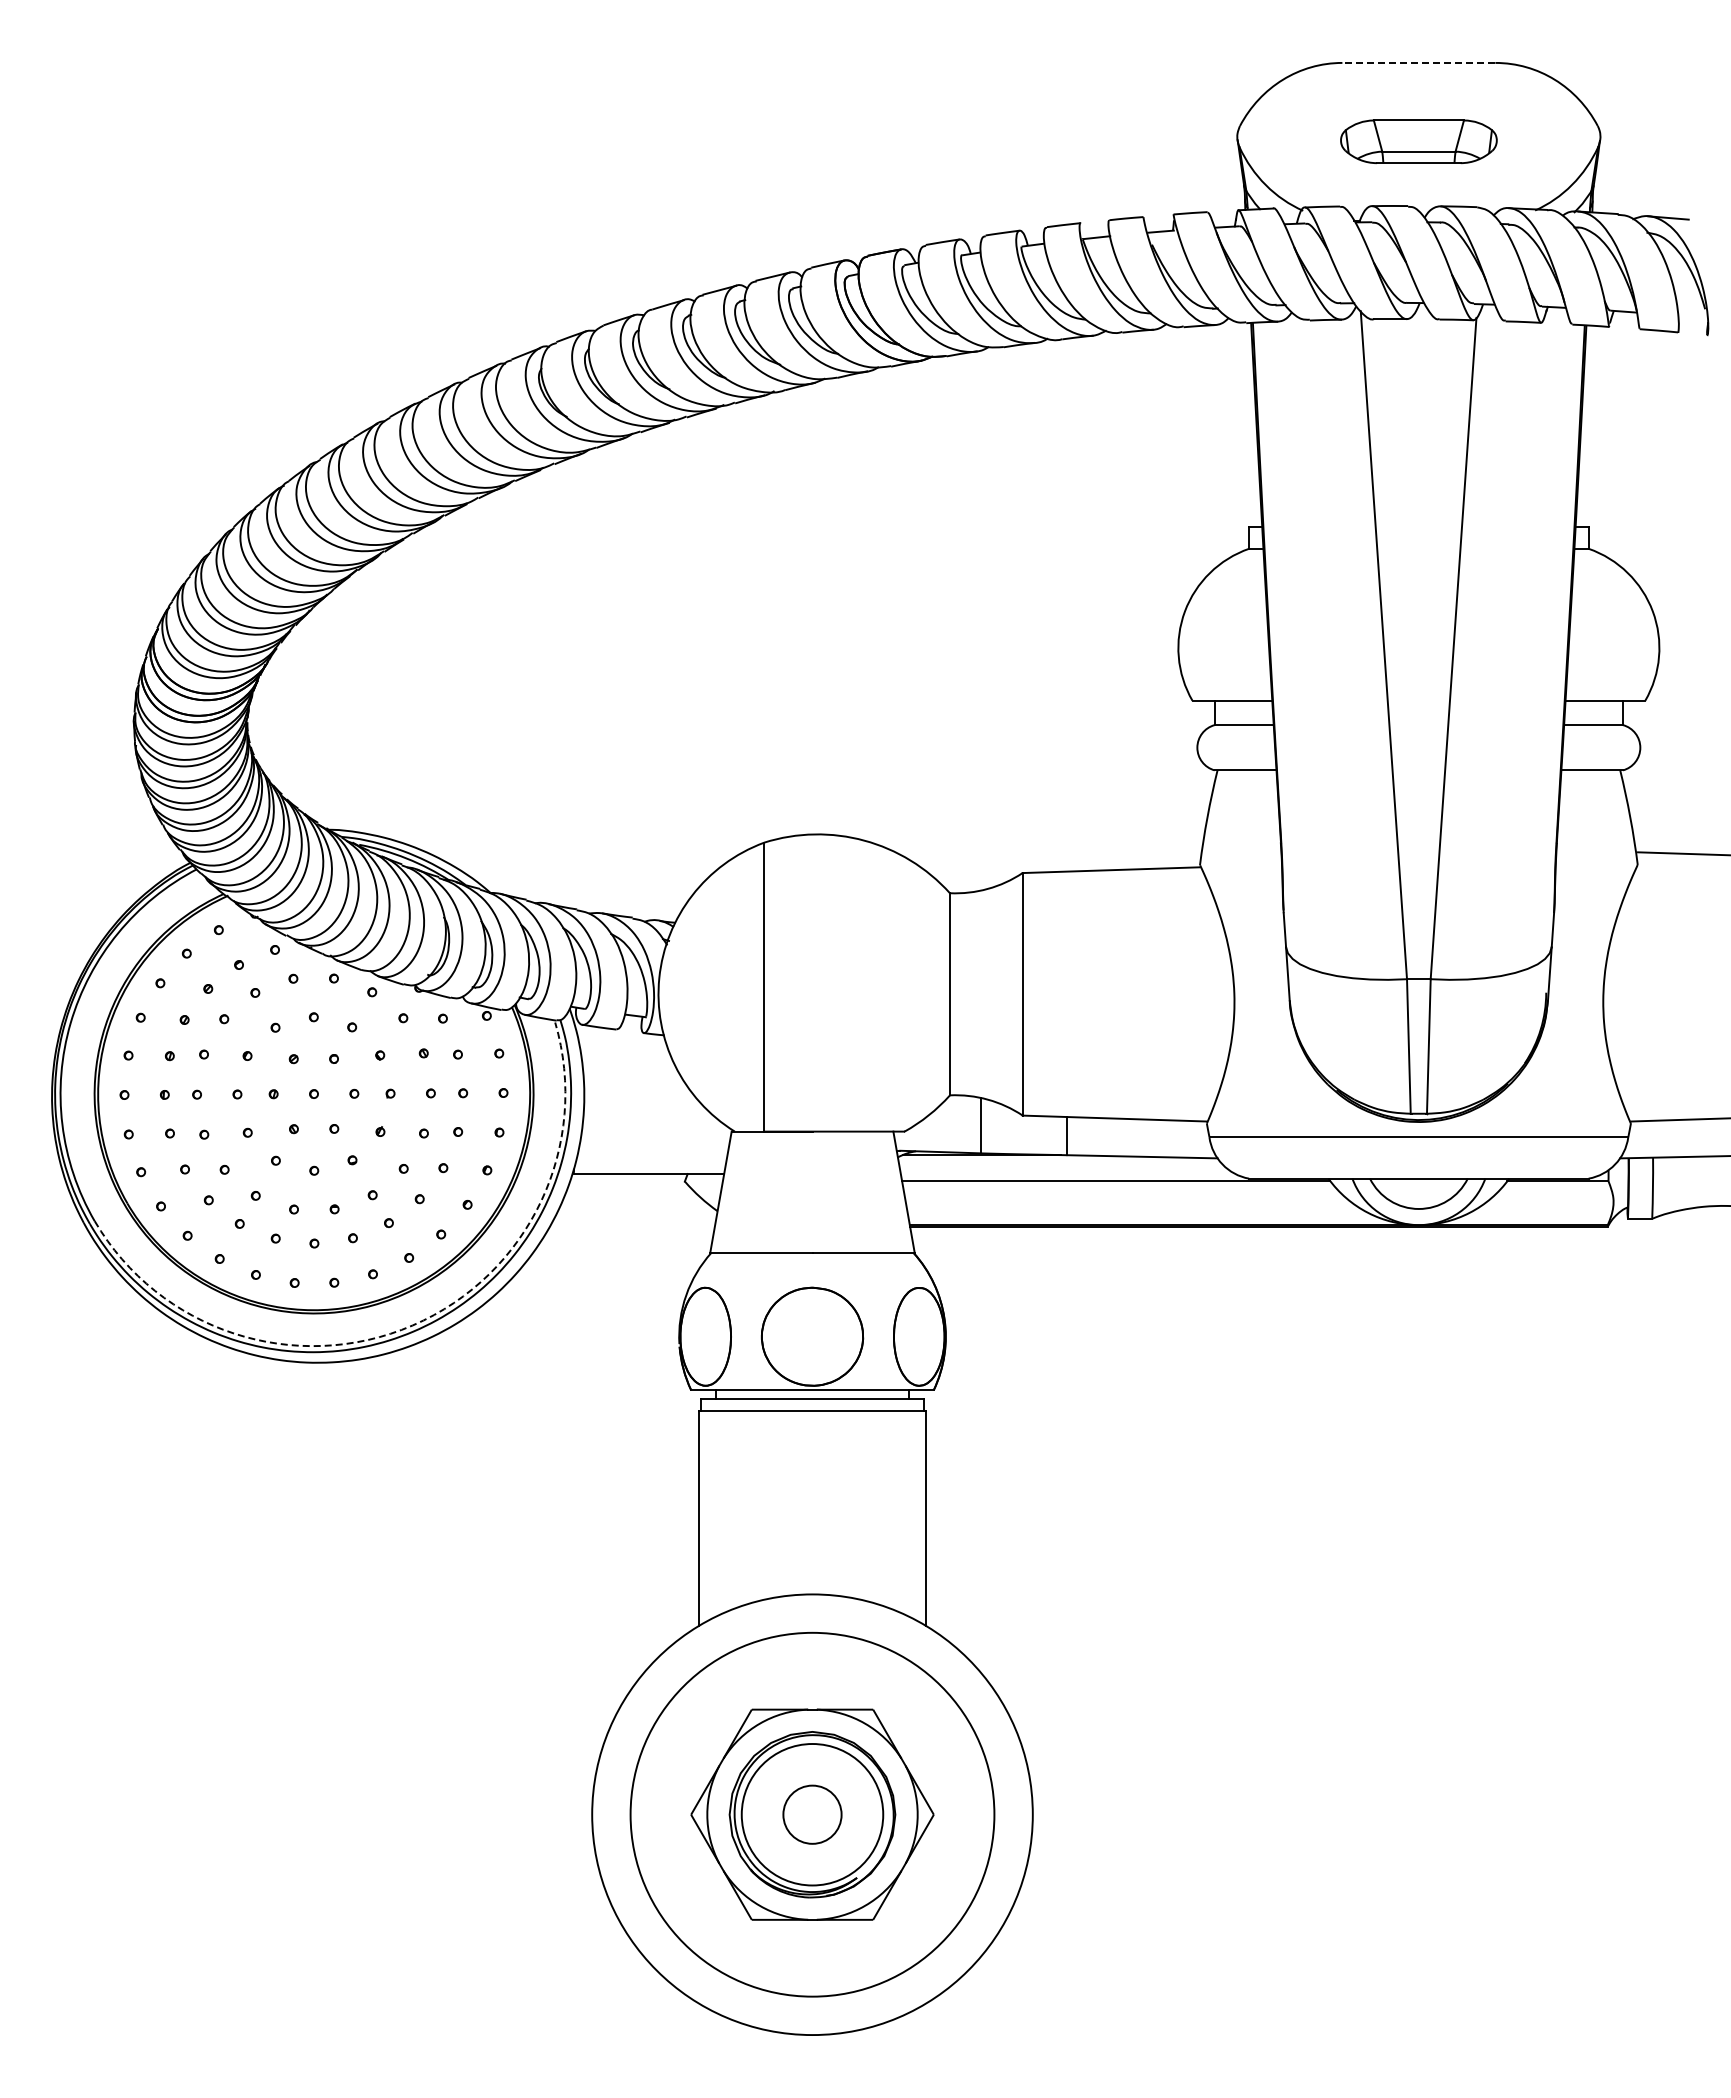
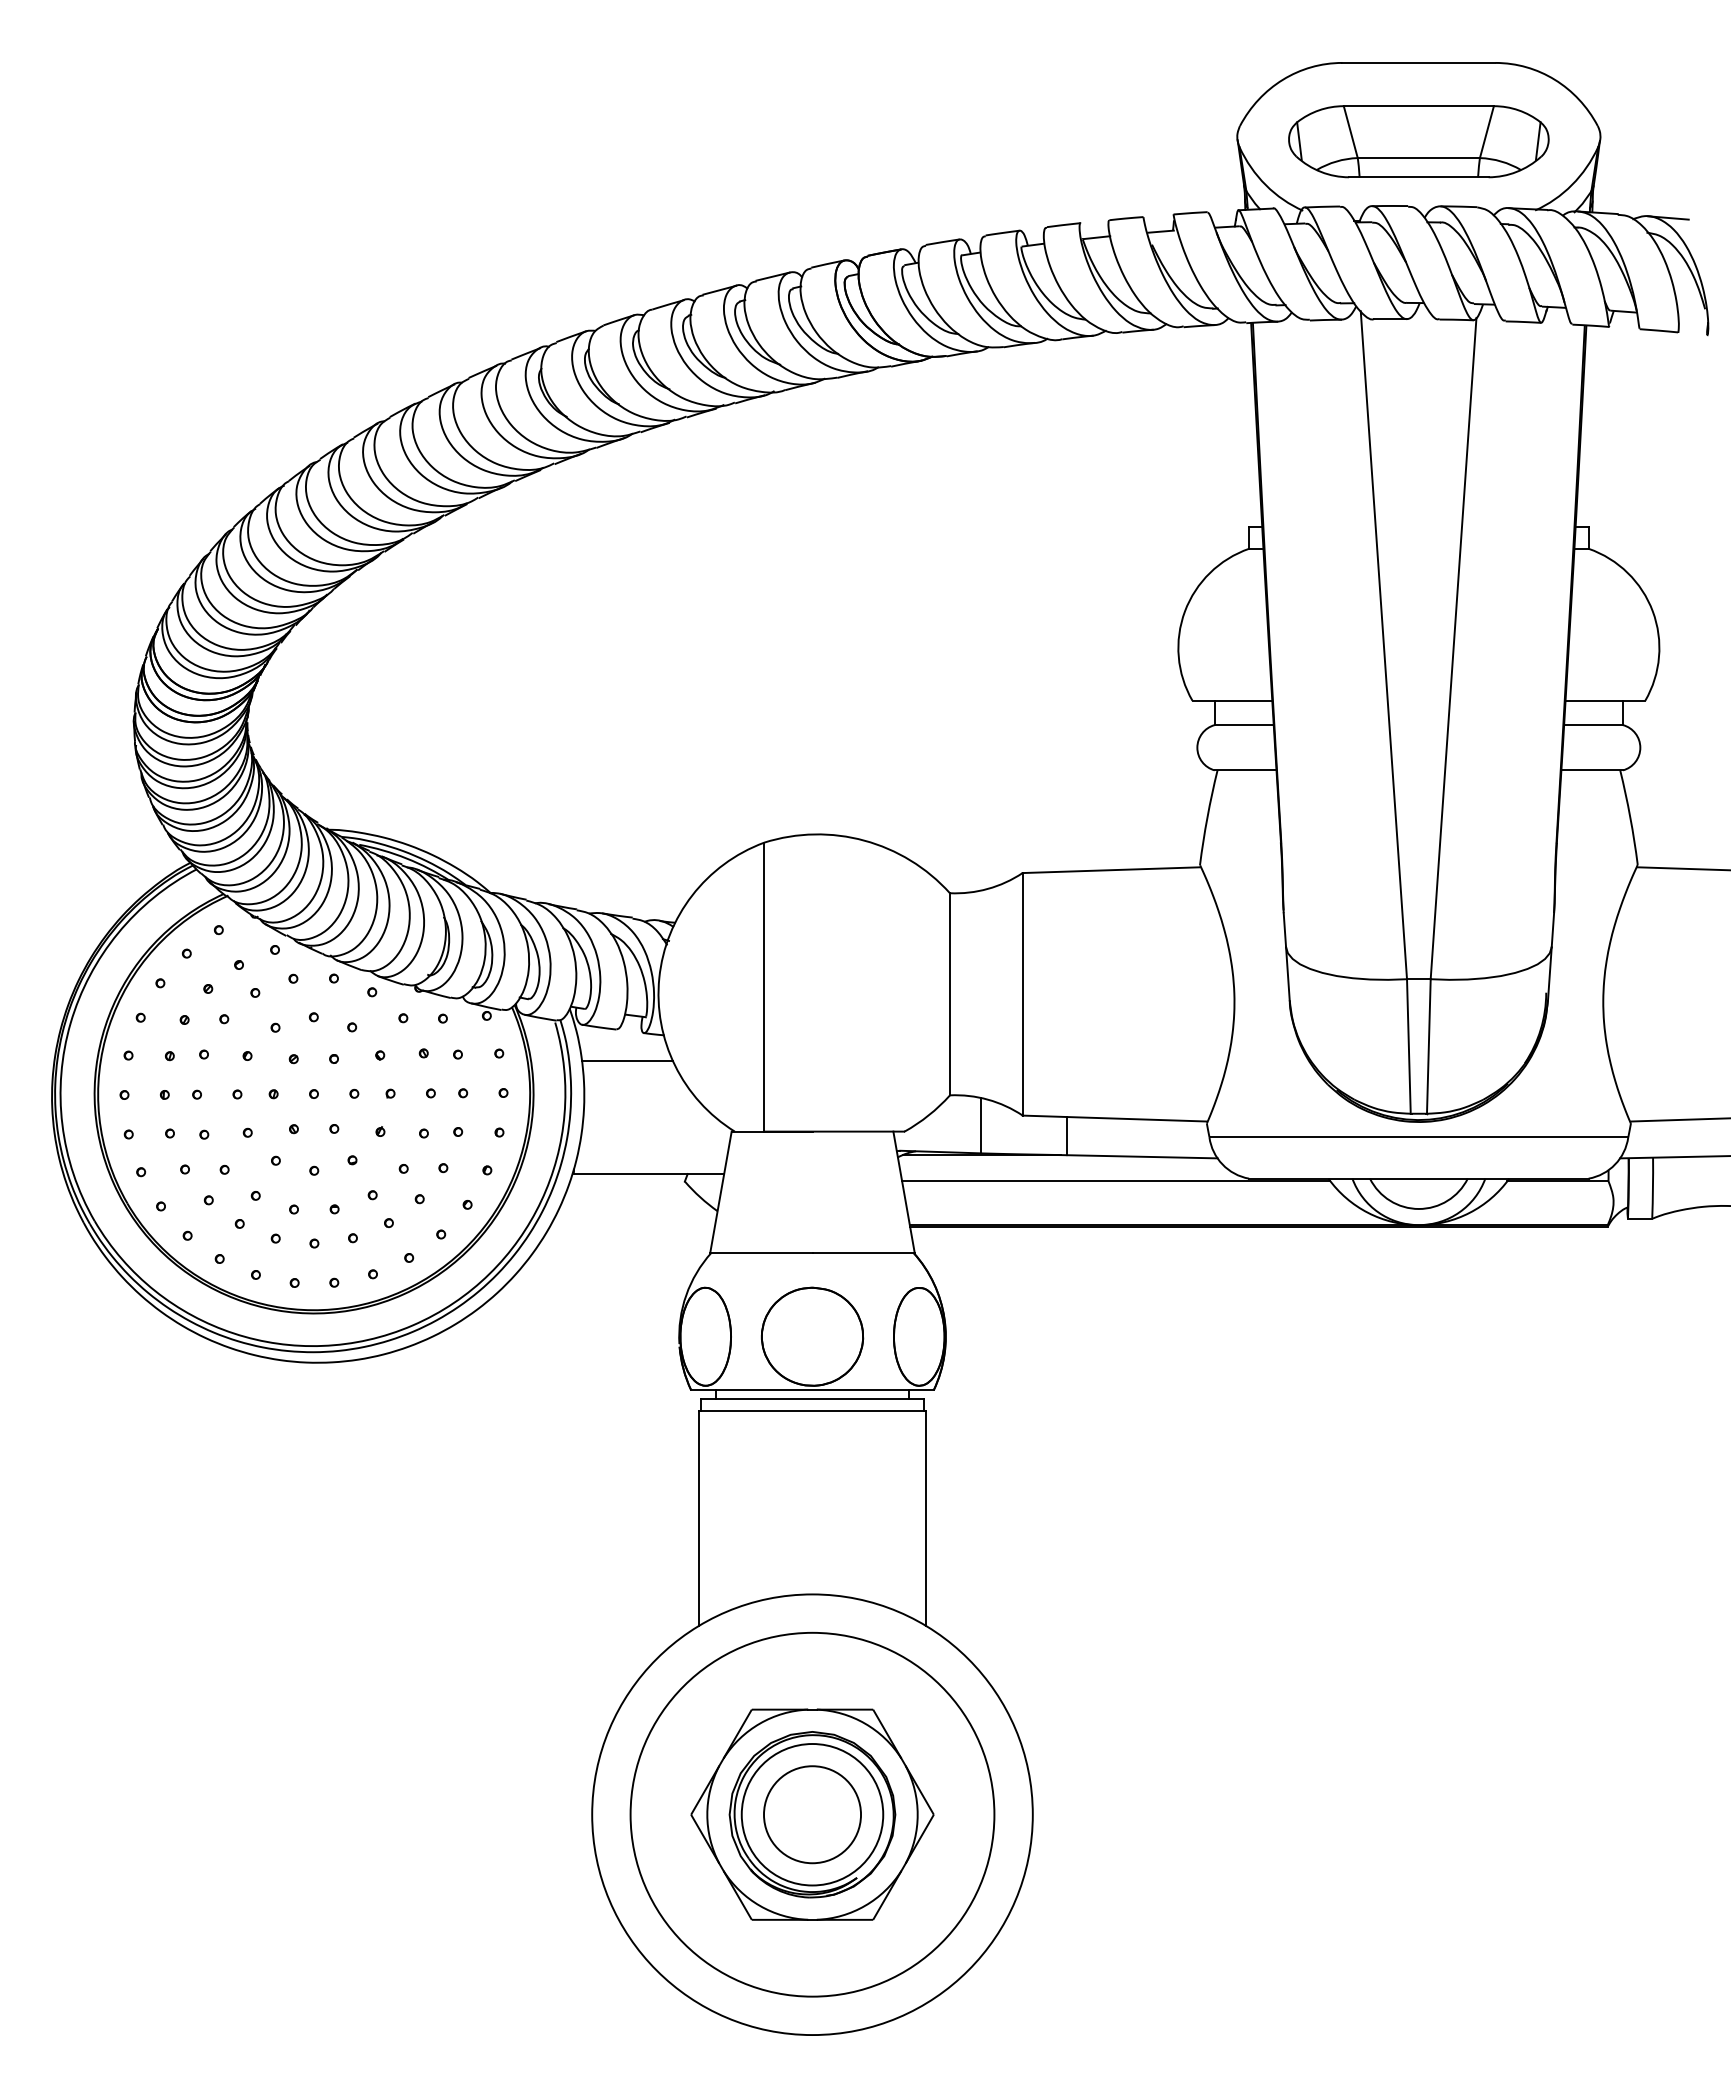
line at (1418, 62): dashed -> solid
part at (1418, 141) size: 158x45 px -> 262x74 px
line at (1682, 853) position: (1682, 853) -> (1682, 868)
line at (626, 1060): none -> present
arc at (412, 1325): dashed -> solid
circle at (812, 1814) diameter: 58 px -> 97 px
